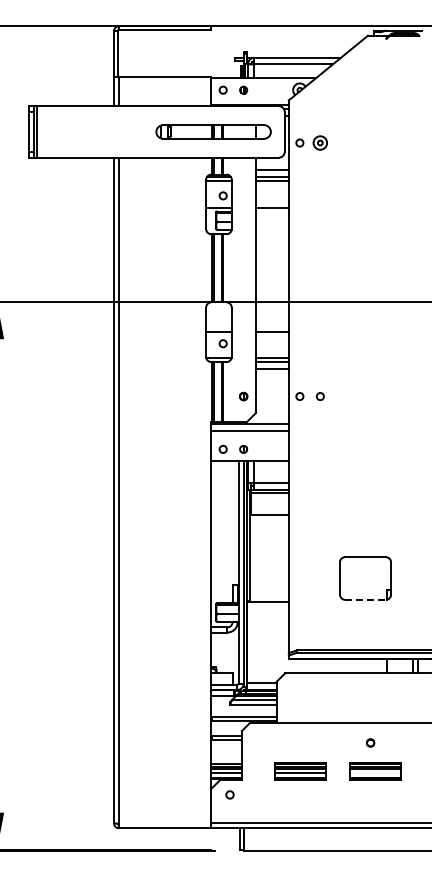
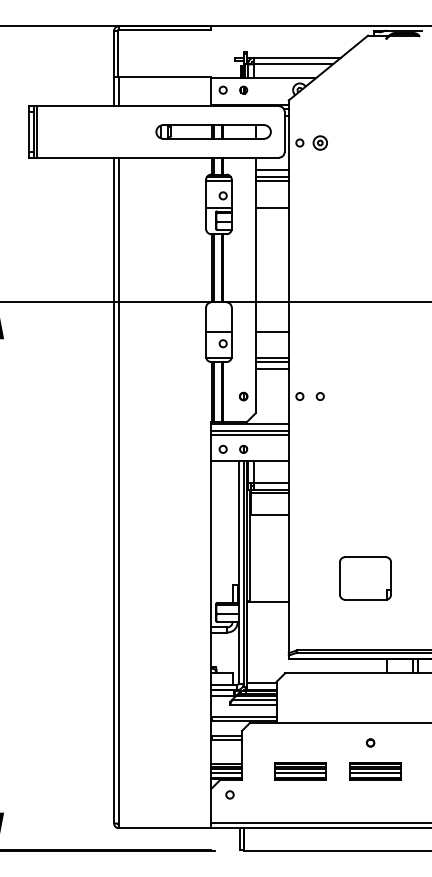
line at (249, 435): none -> present
line at (366, 599): dashed -> solid
line at (375, 773): none -> present
